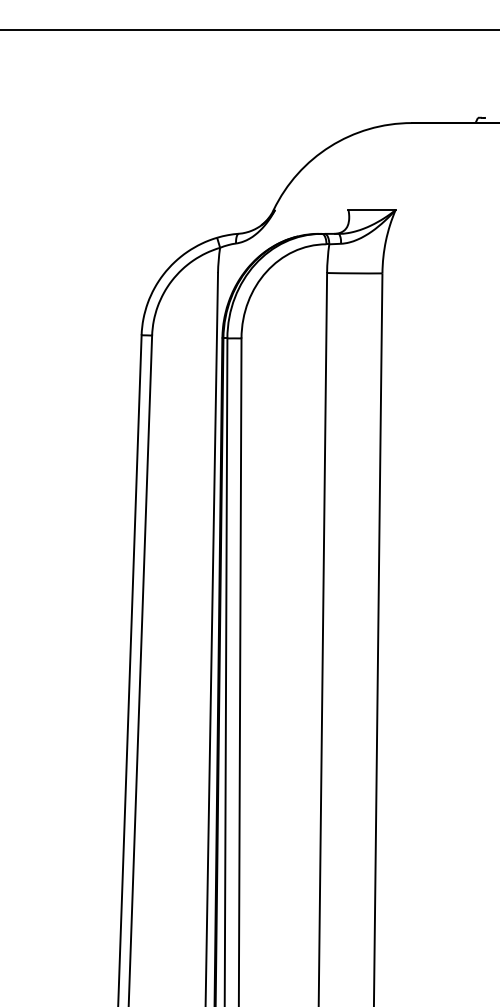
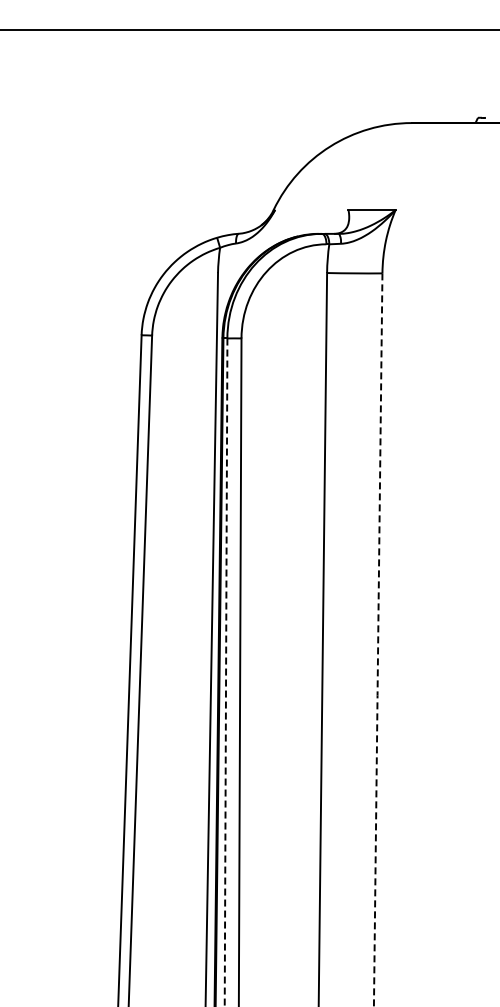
line at (378, 639): solid -> dashed
line at (226, 672): solid -> dashed
